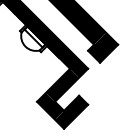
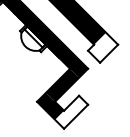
fill at (103, 47): present -> none
fill at (71, 111): present -> none
